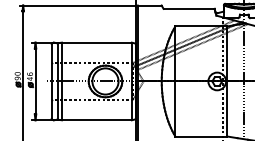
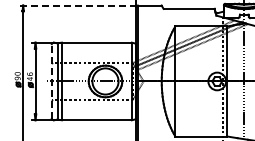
line at (79, 5): solid -> dashed
line at (51, 80): solid -> dashed
